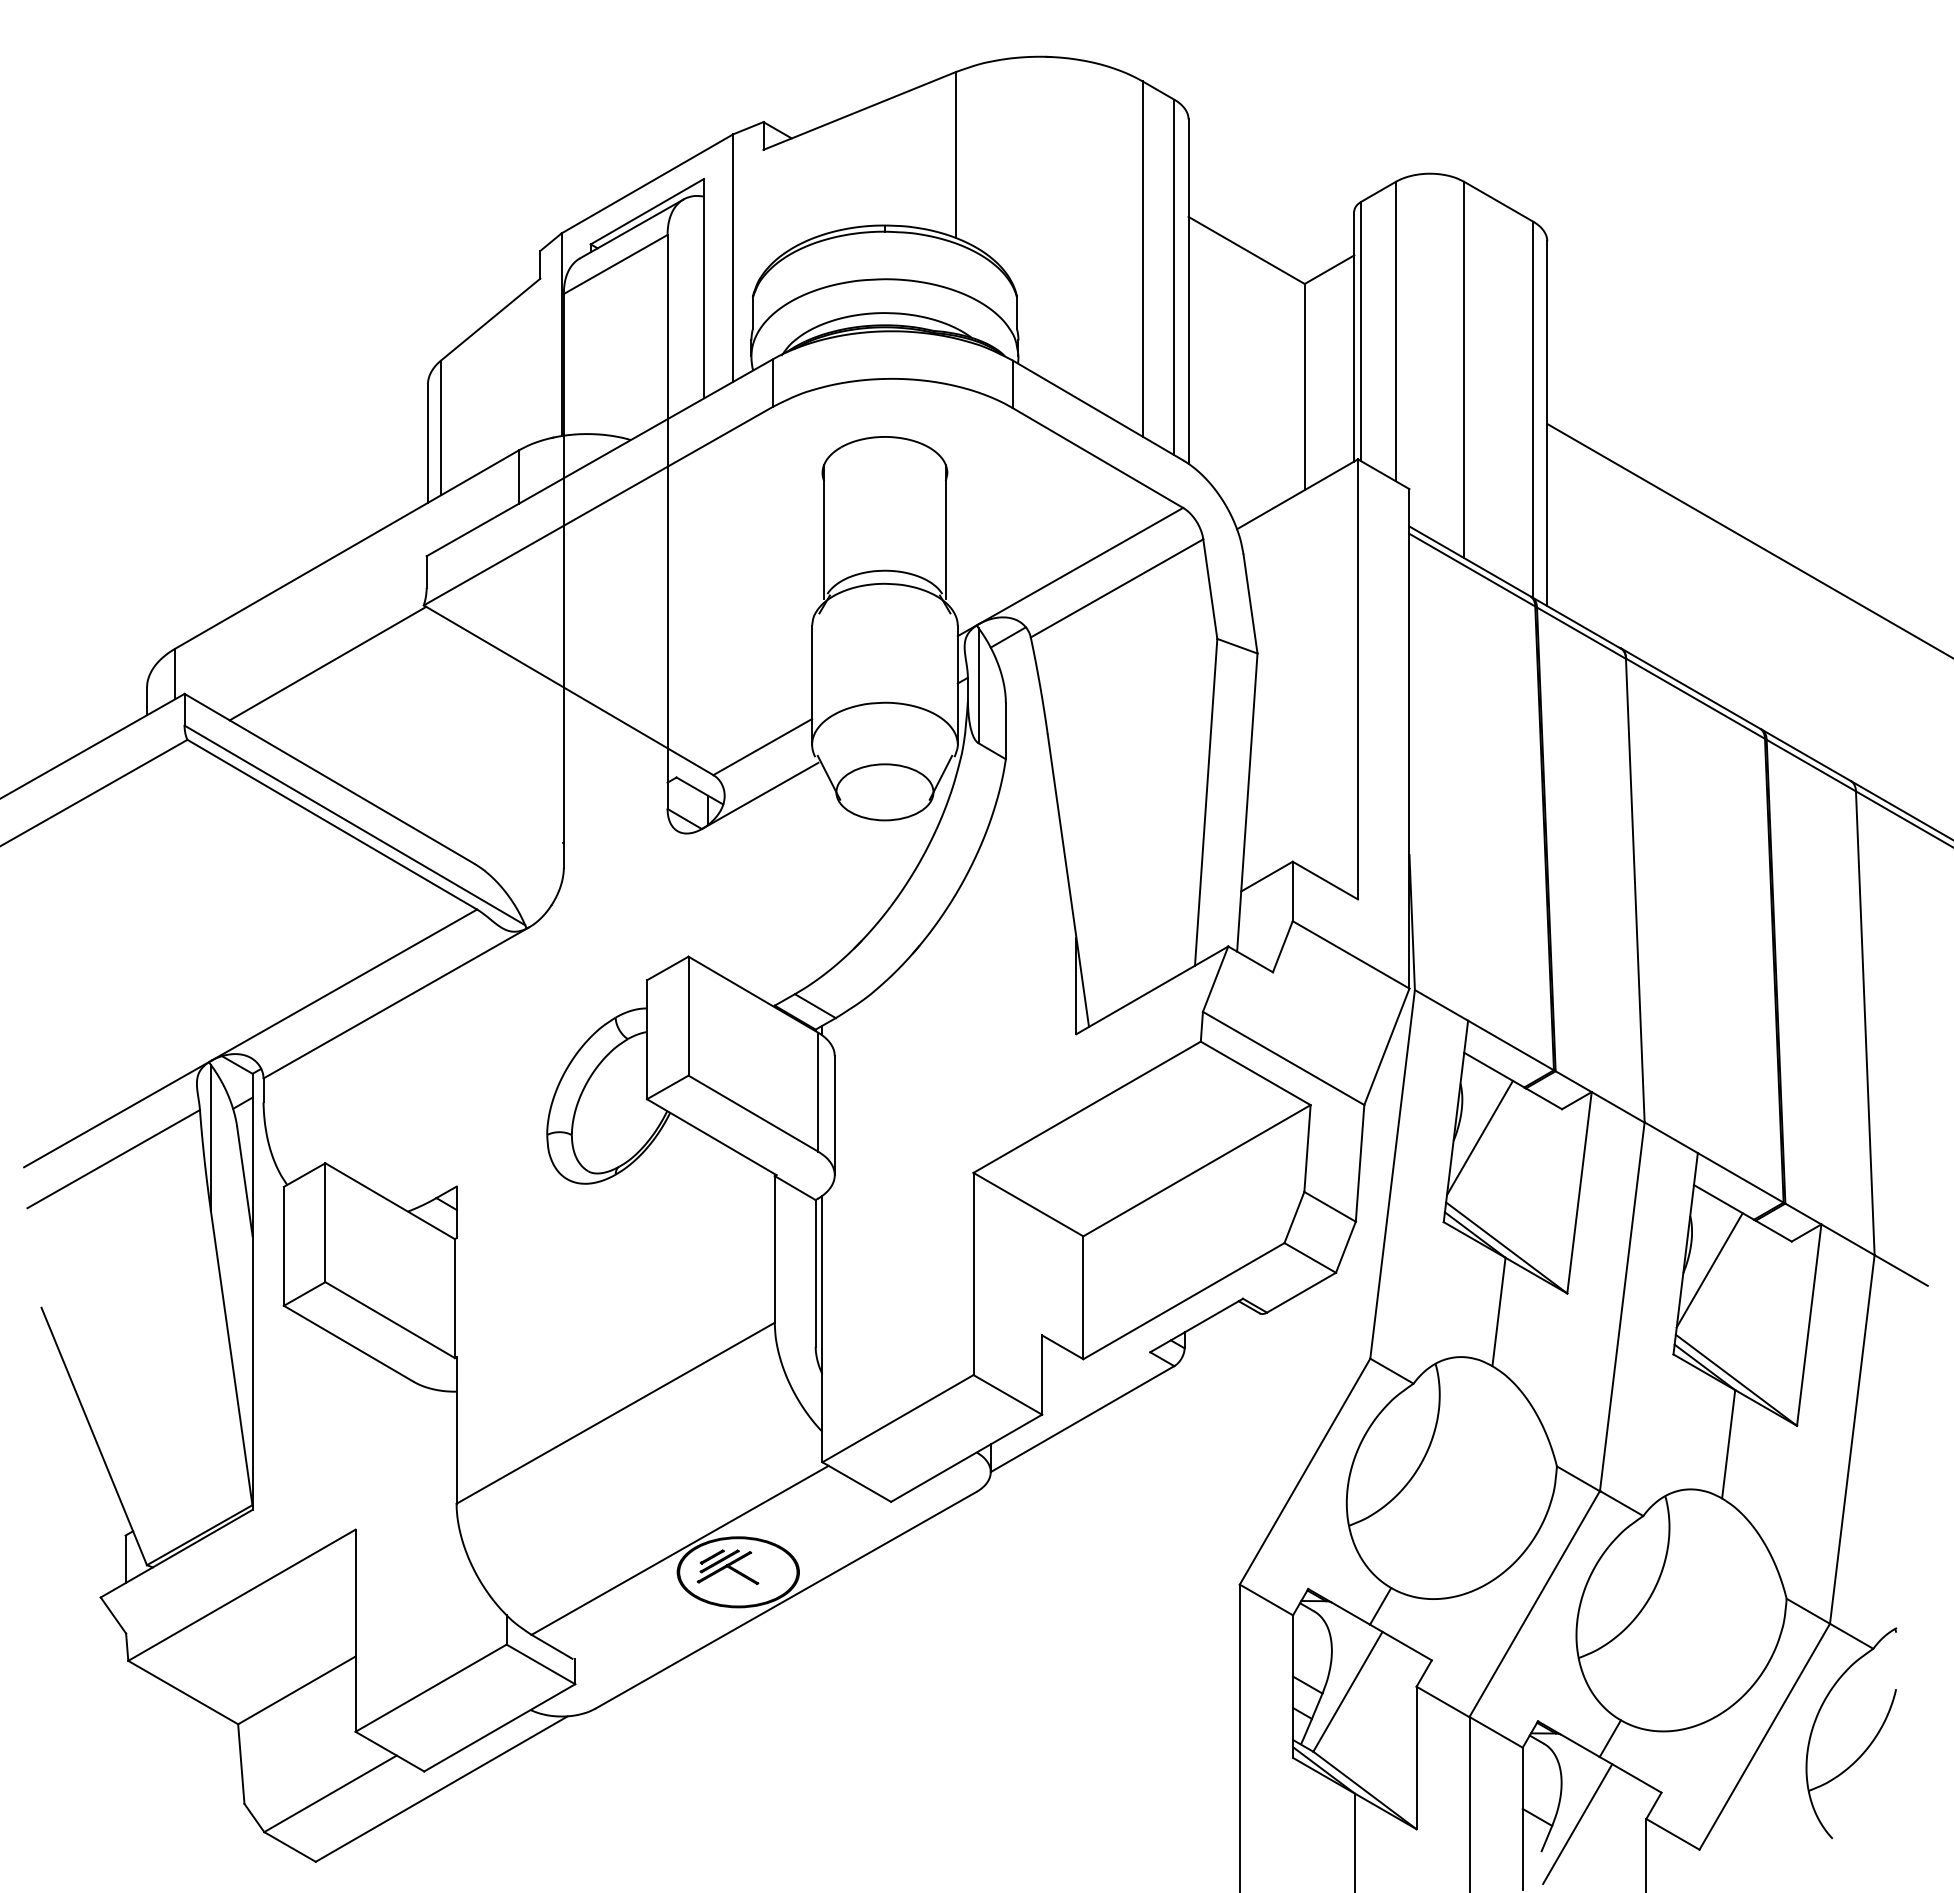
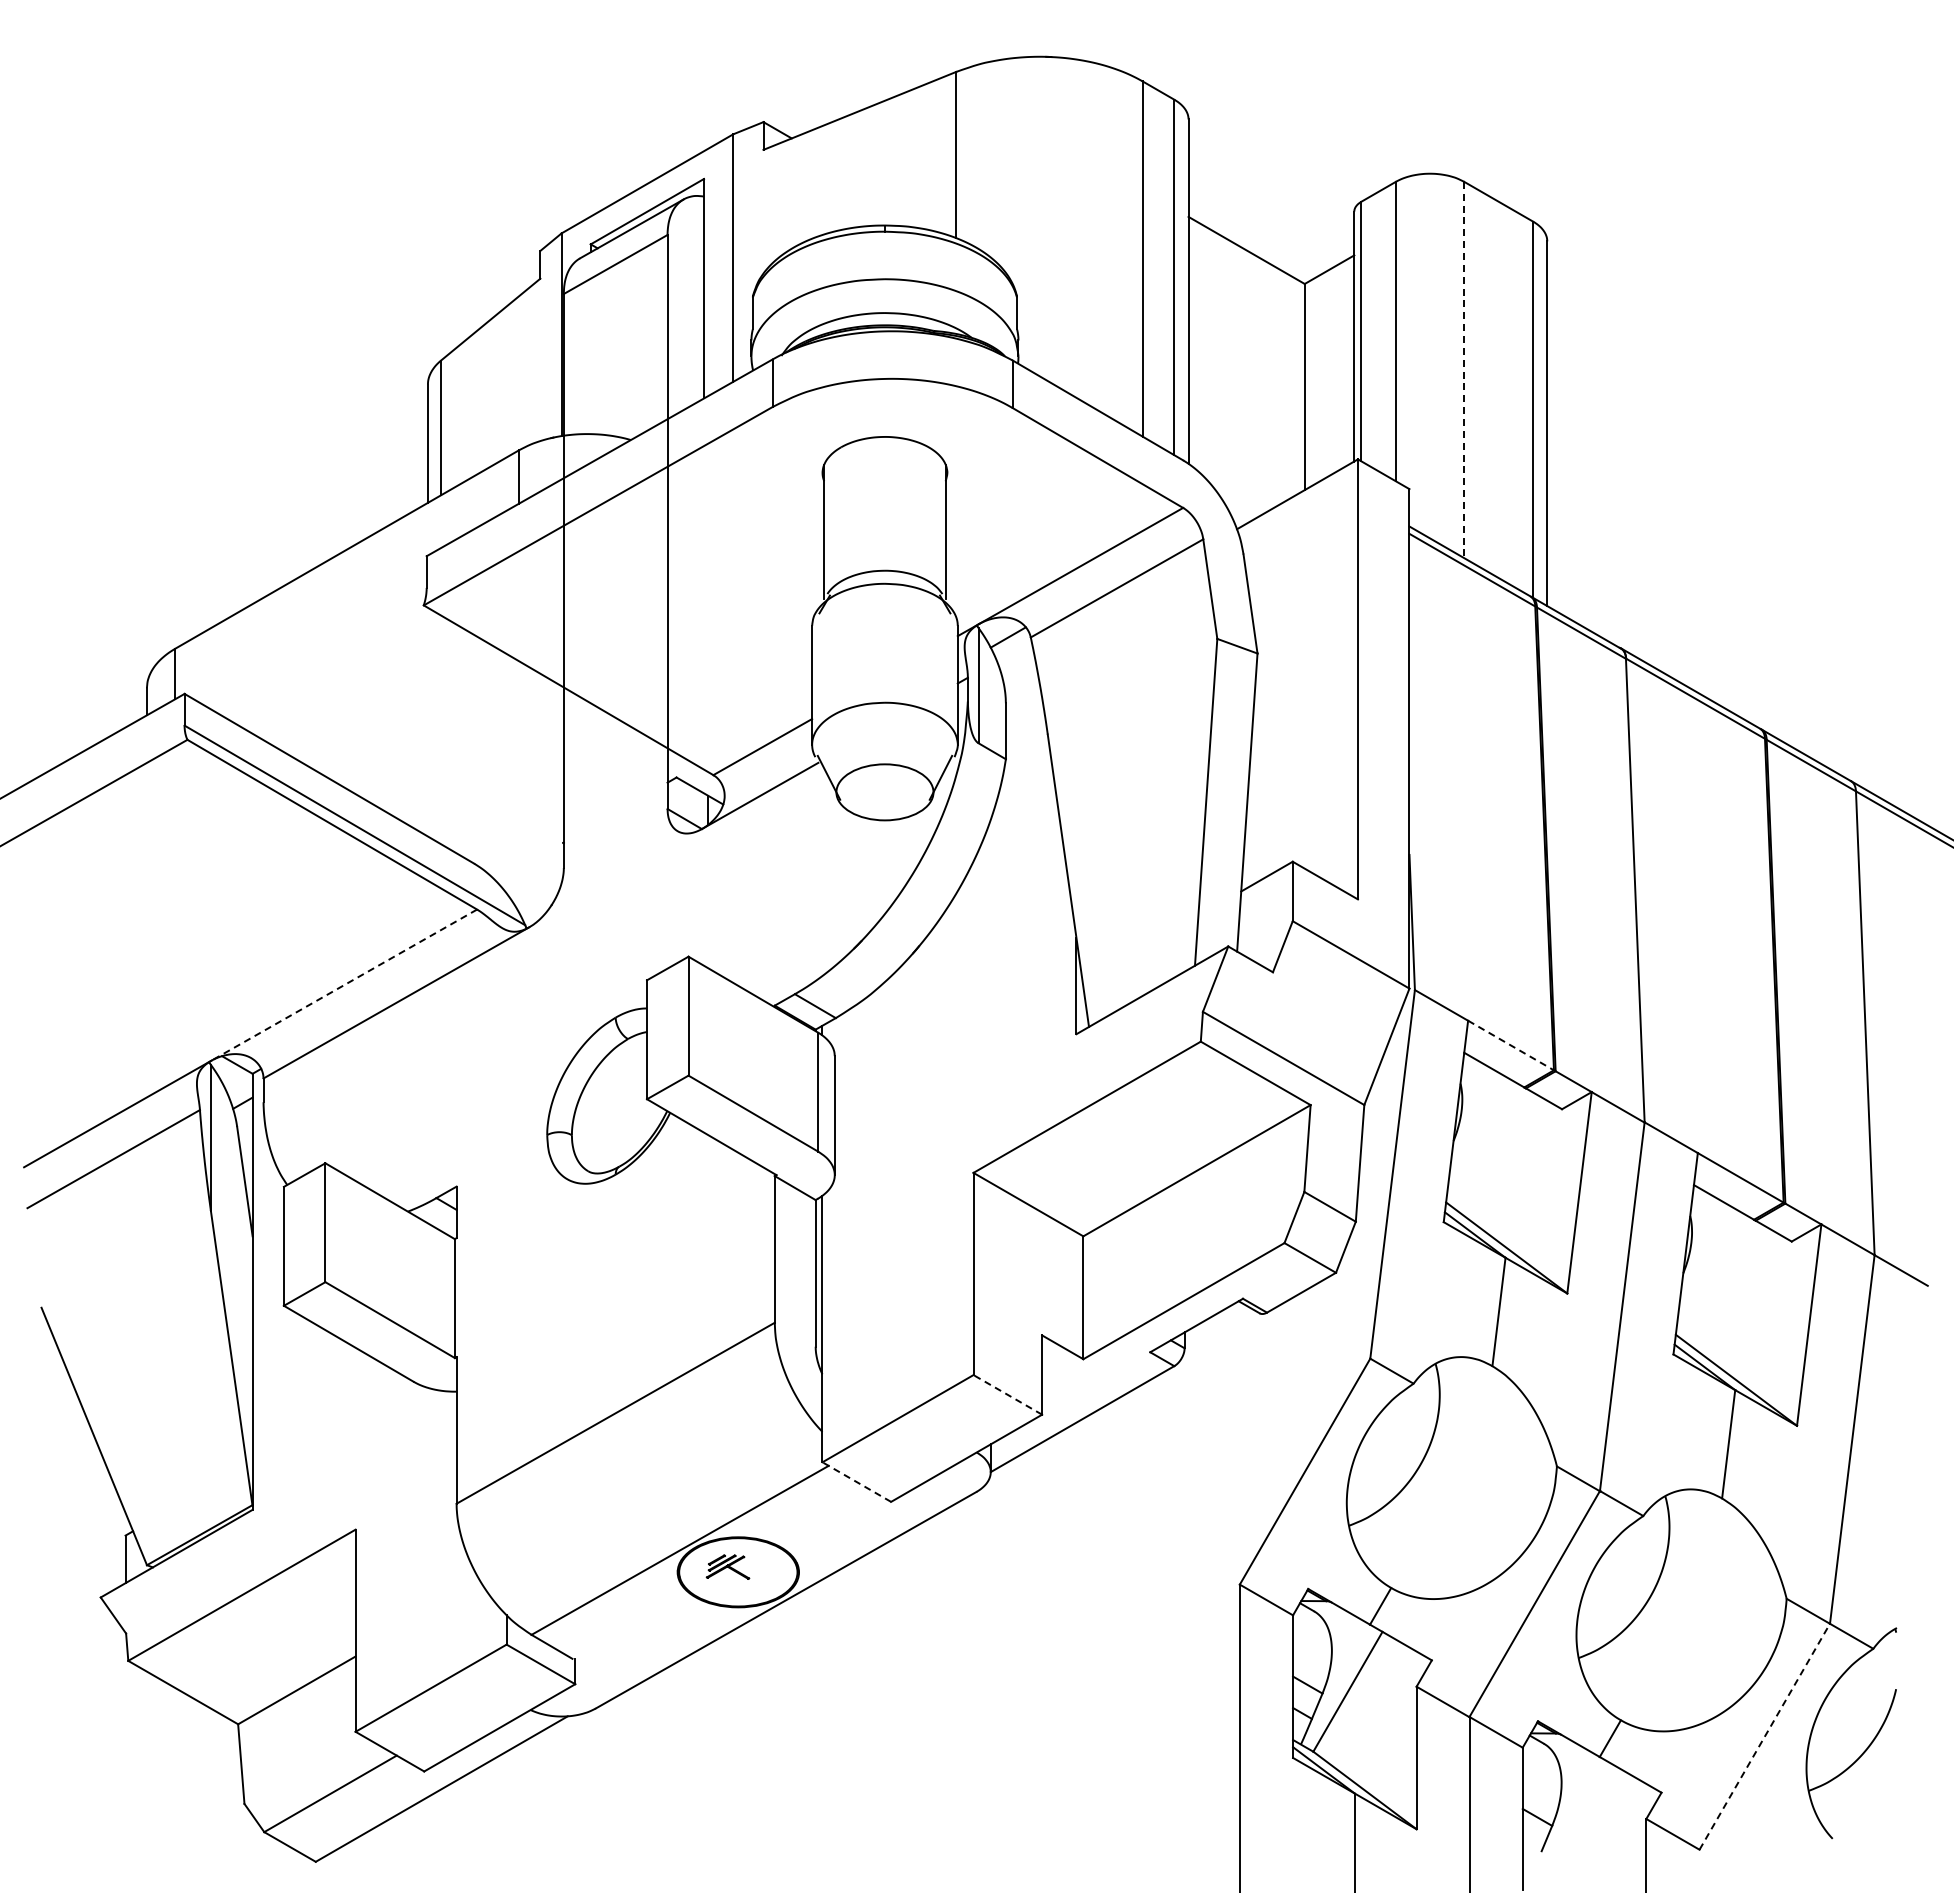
line at (1464, 370): solid -> dashed
line at (1748, 539): present -> none
line at (327, 663): present -> none
line at (344, 985): solid -> dashed
line at (1511, 1045): solid -> dashed
line at (1479, 1137): present -> none
line at (1709, 1270): present -> none
line at (1007, 1394): solid -> dashed
line at (856, 1482): solid -> dashed
part at (727, 1566) size: 64x36 px -> 46x26 px
line at (1765, 1736): solid -> dashed
line at (1577, 1824): present -> none
